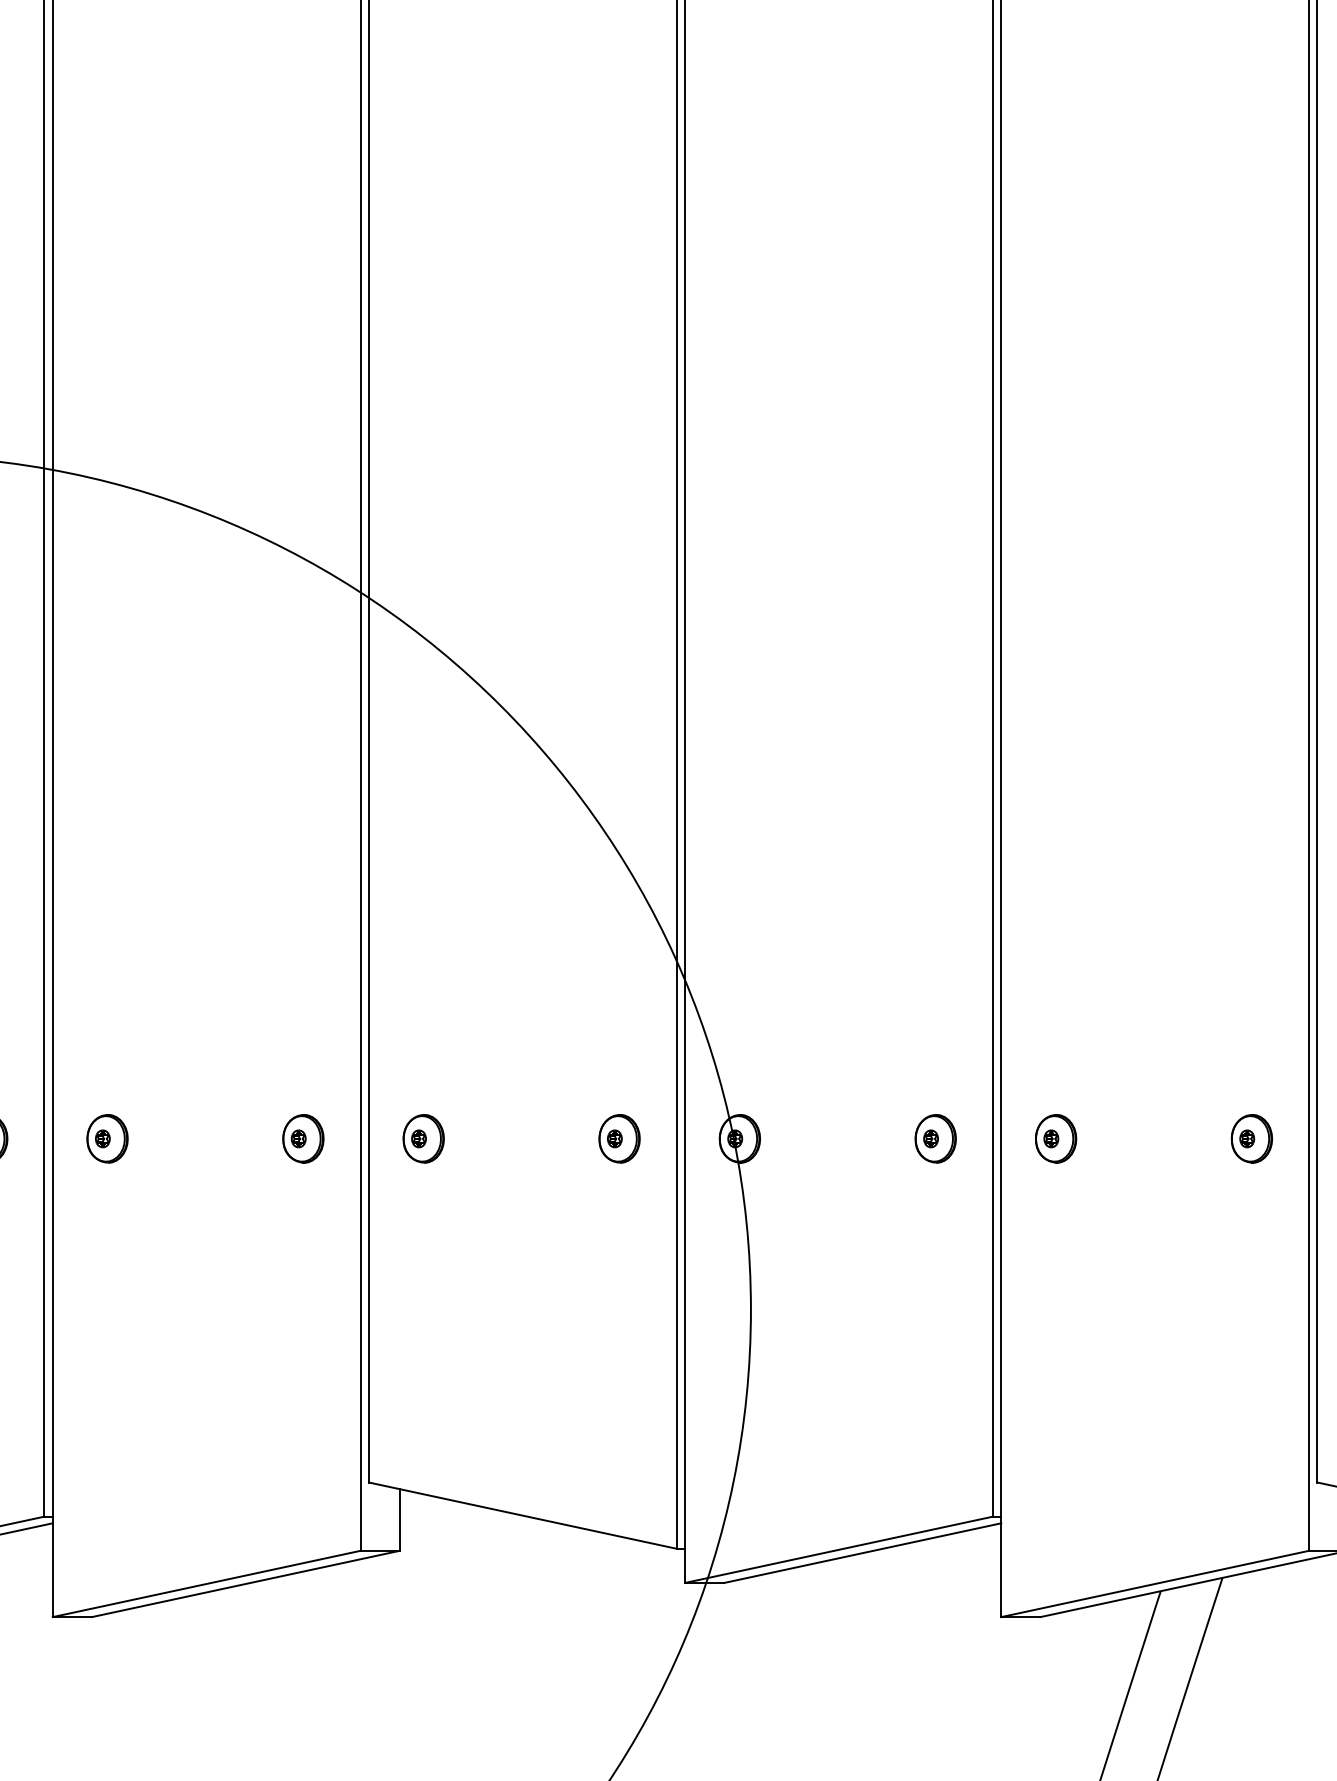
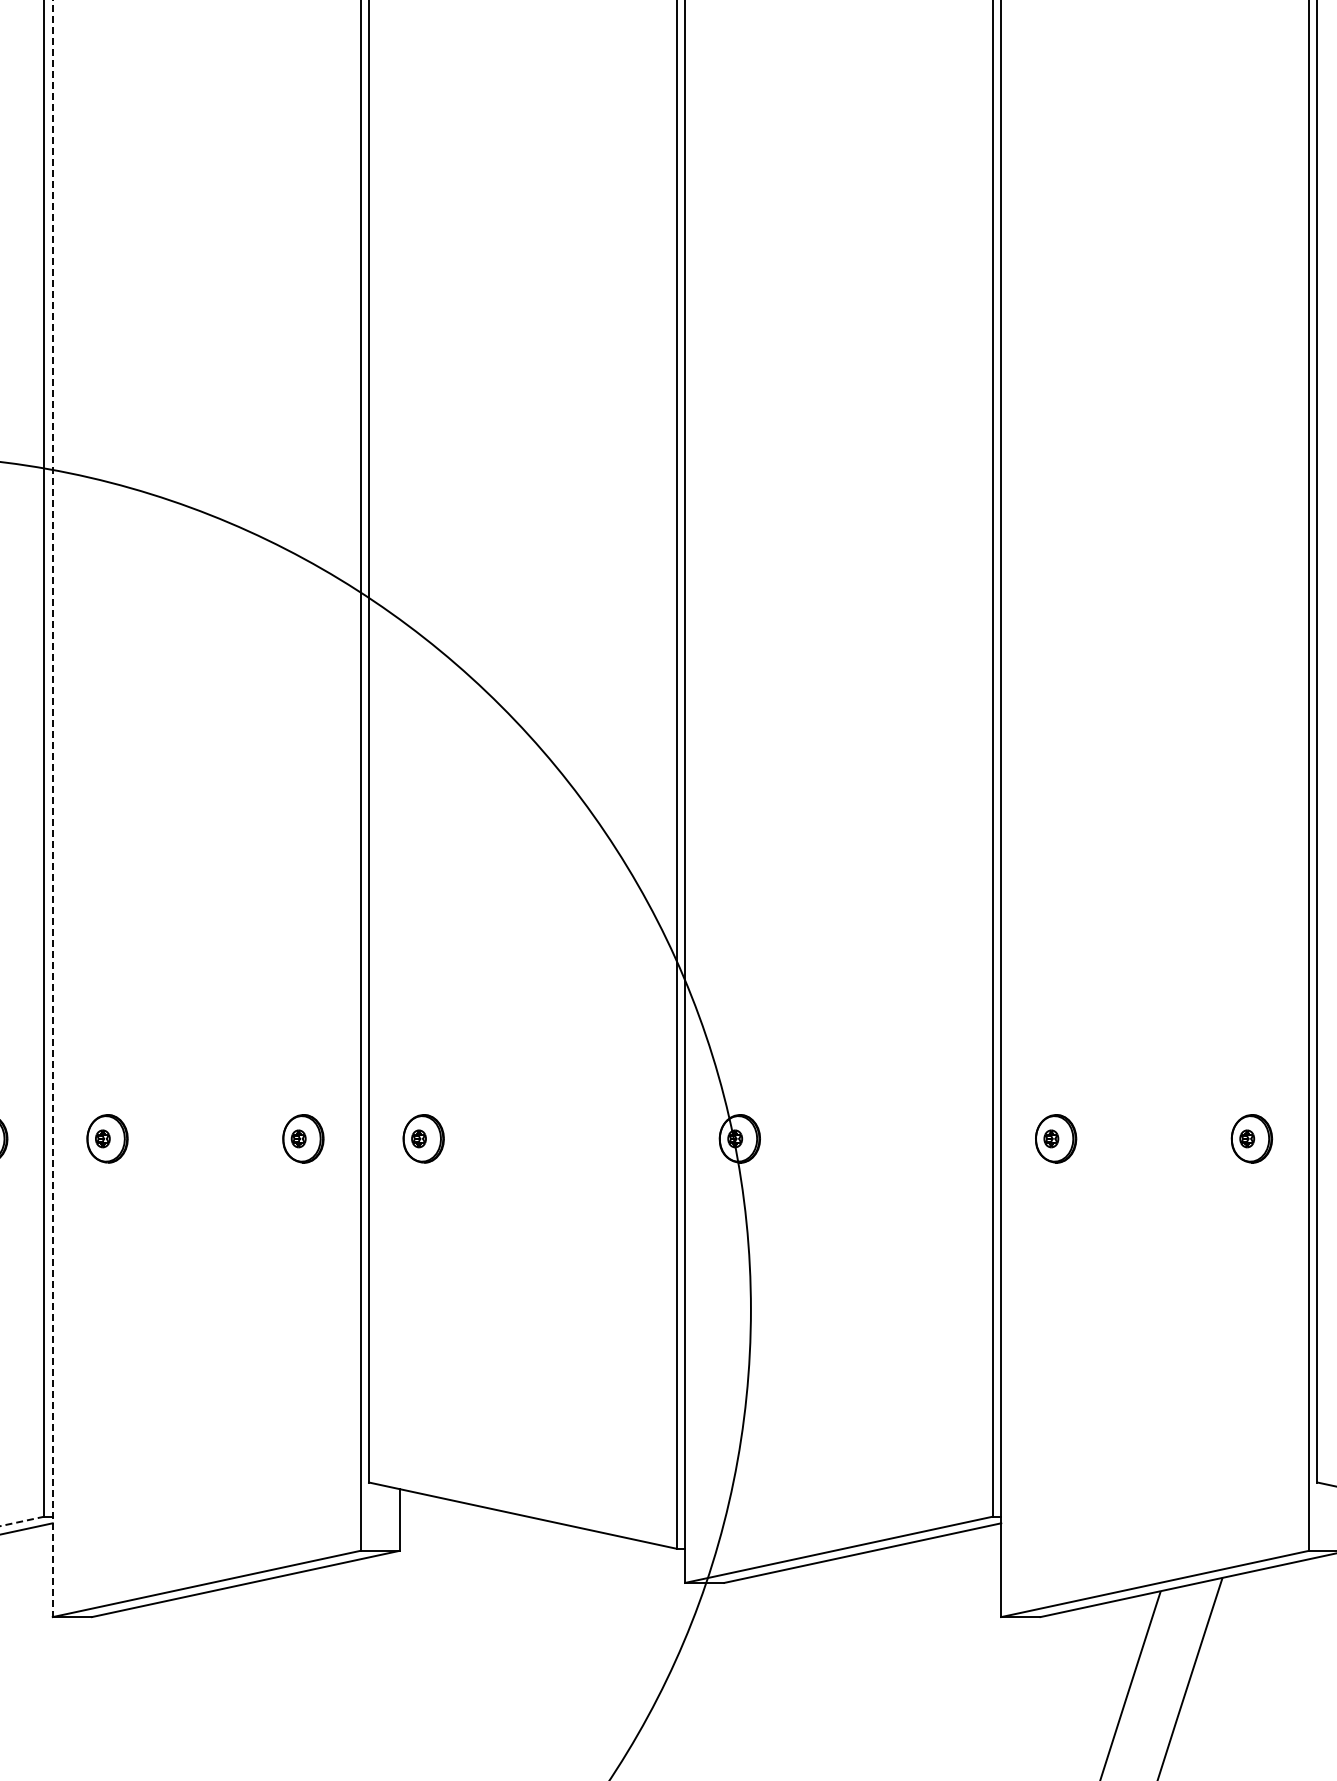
line at (52, 809): solid -> dashed
part at (619, 1138): present -> none
part at (935, 1138): present -> none
line at (22, 1521): solid -> dashed
